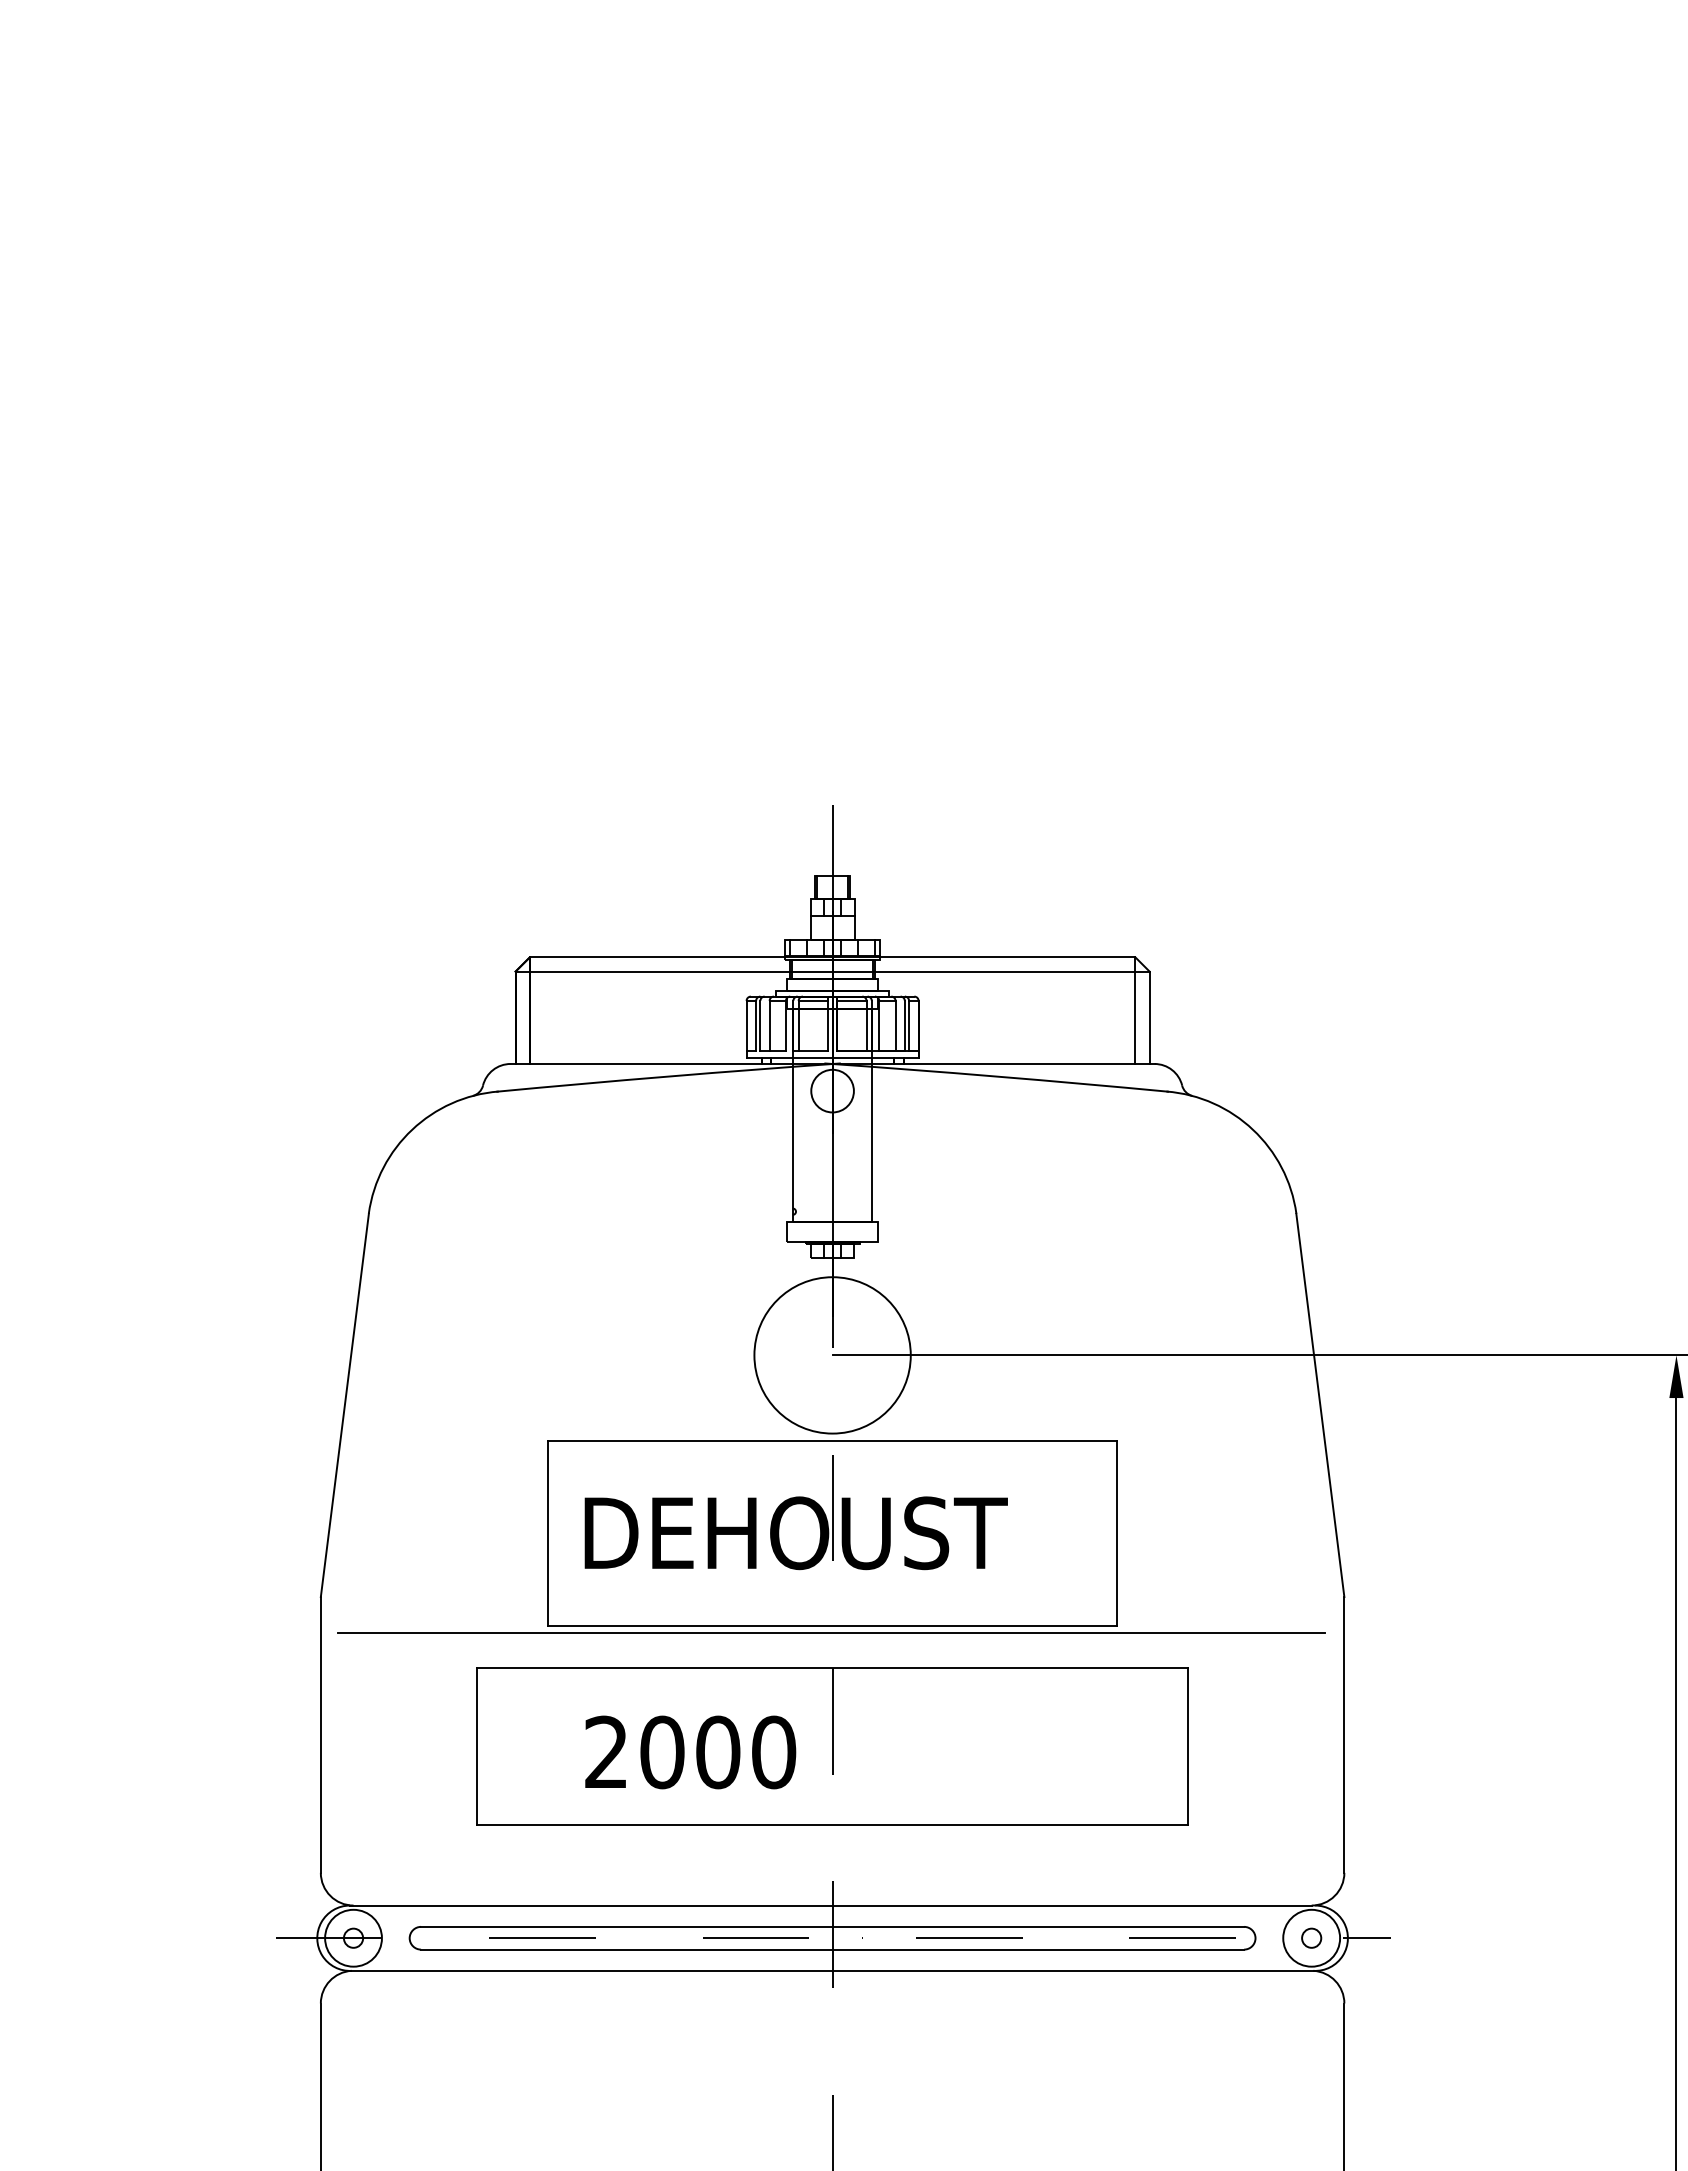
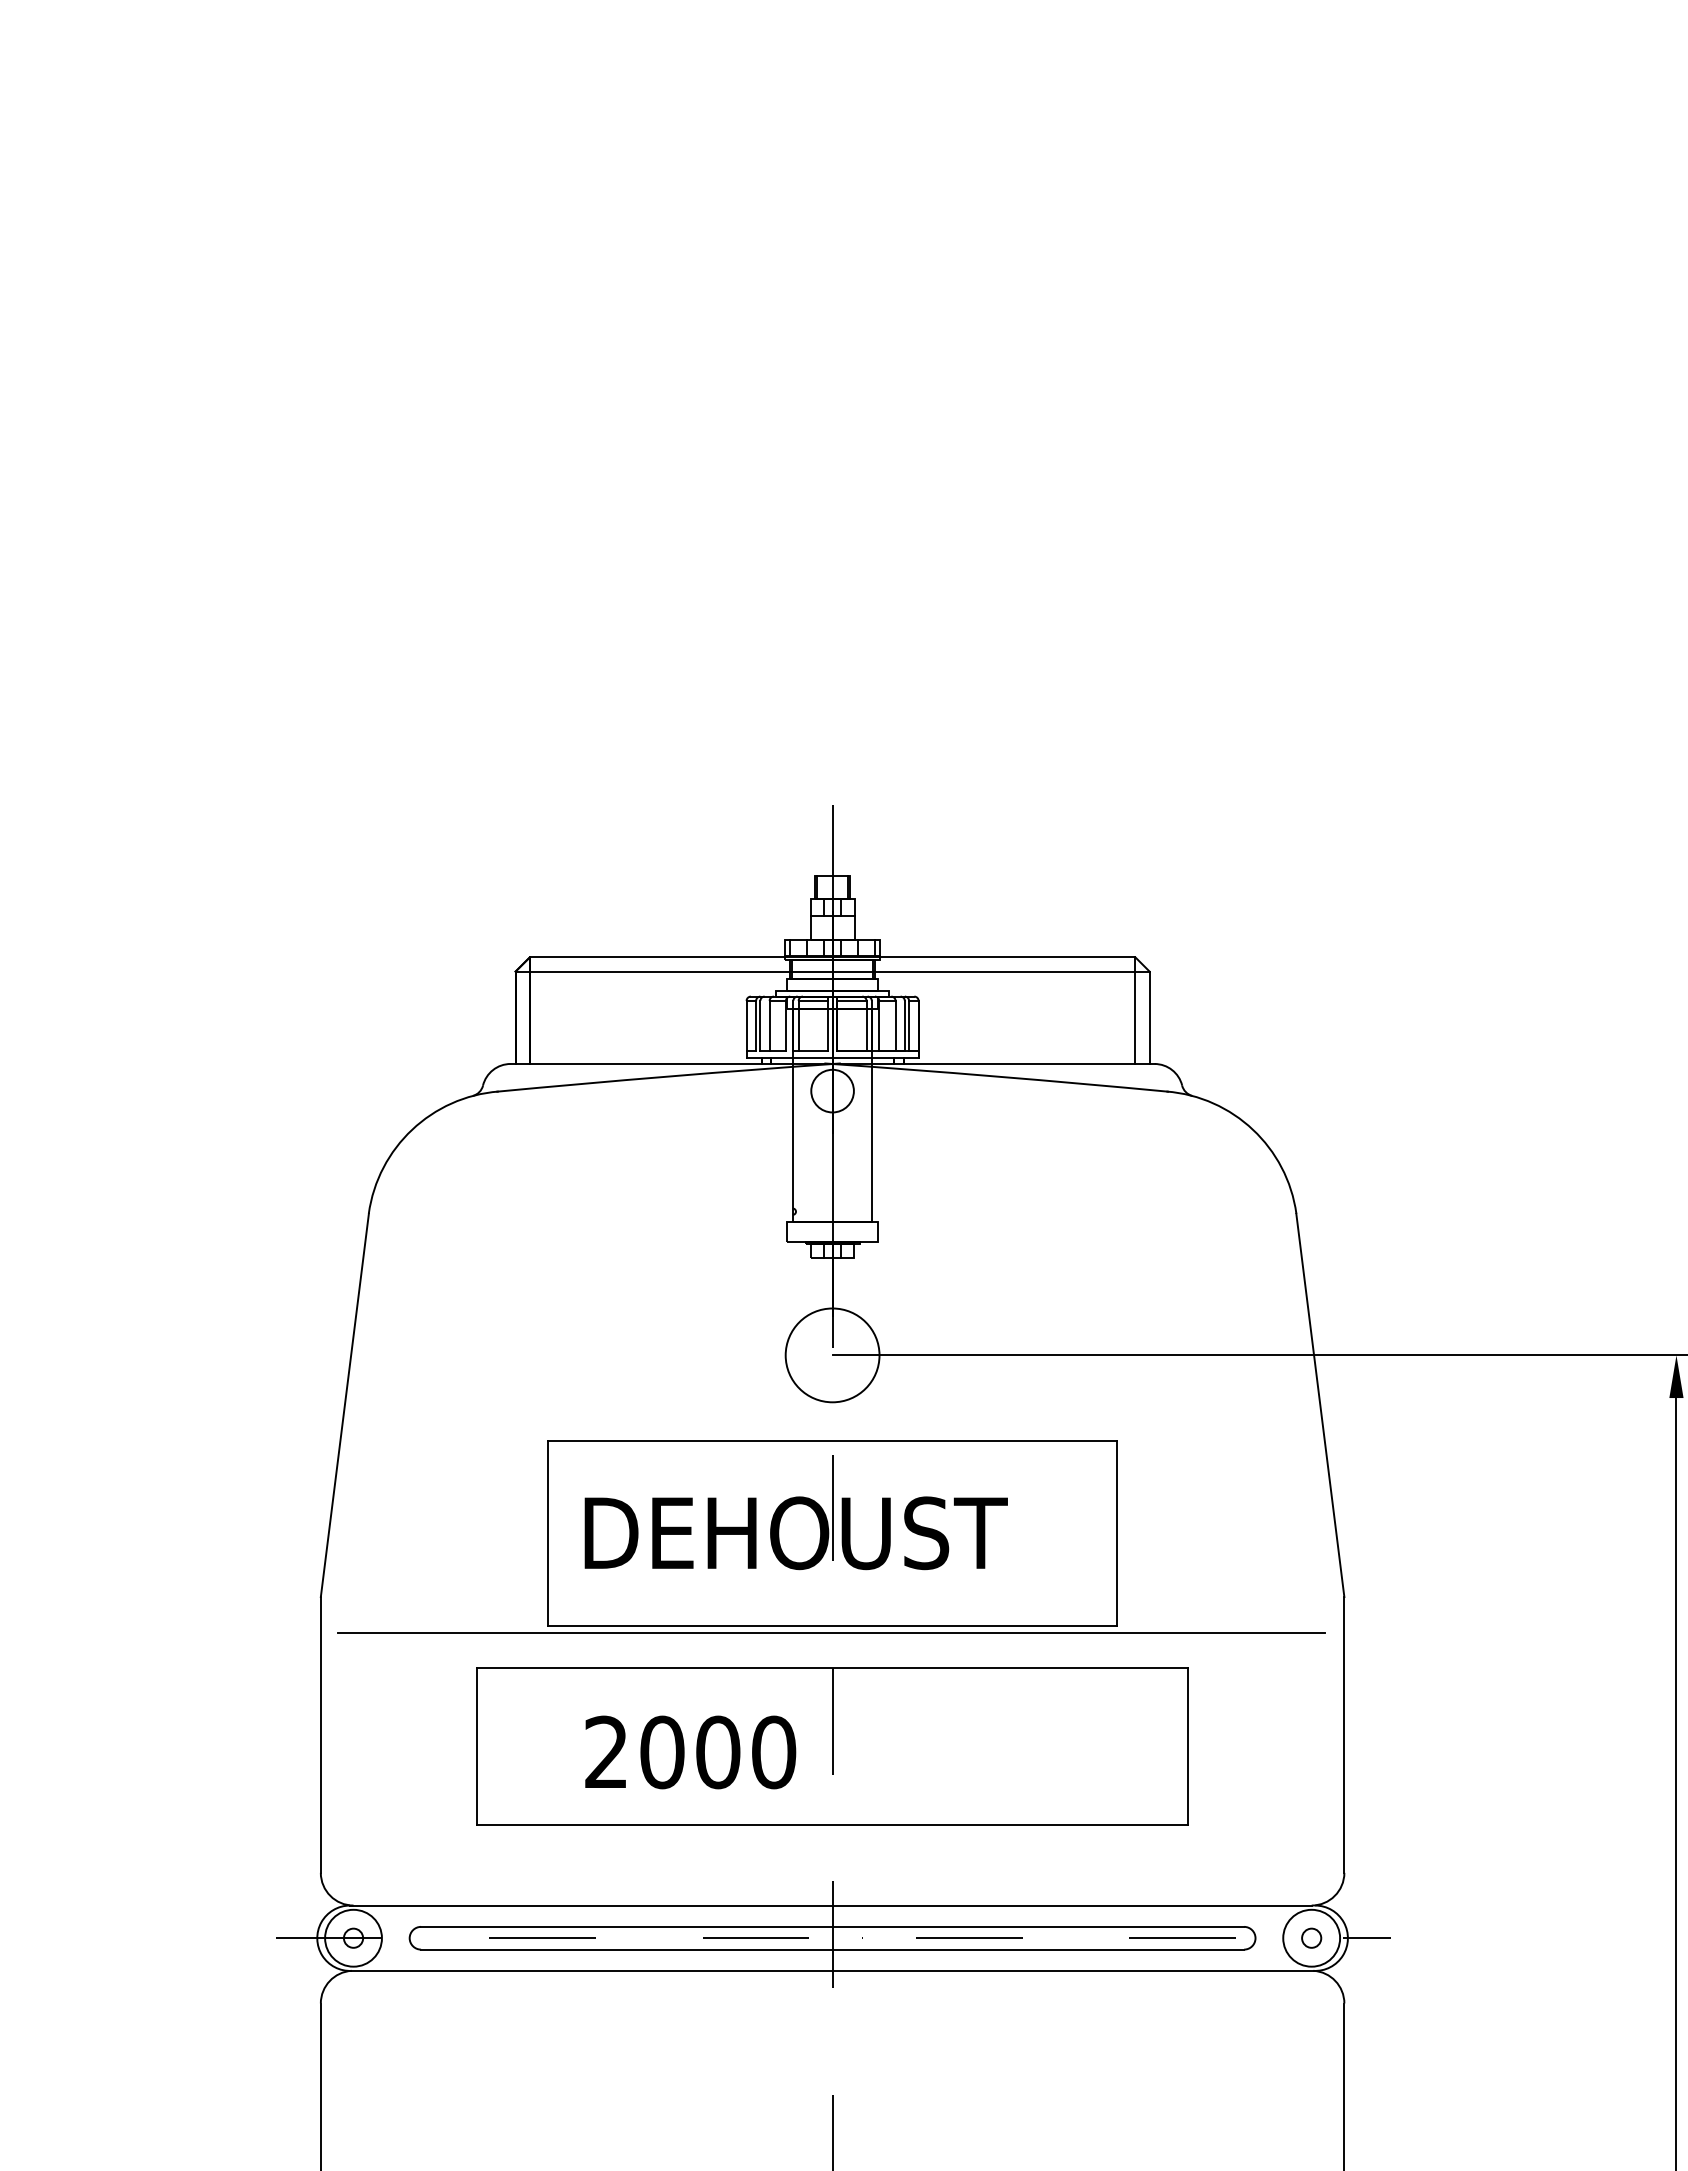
circle at (832, 1355) diameter: 156 px -> 94 px
